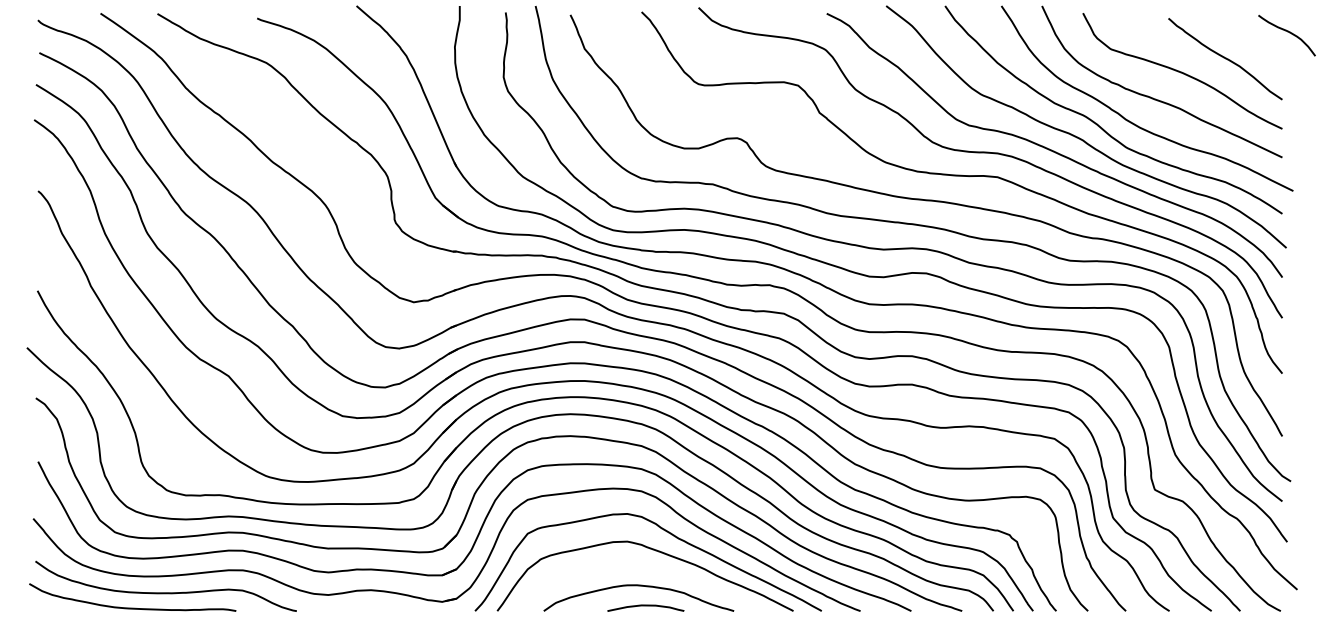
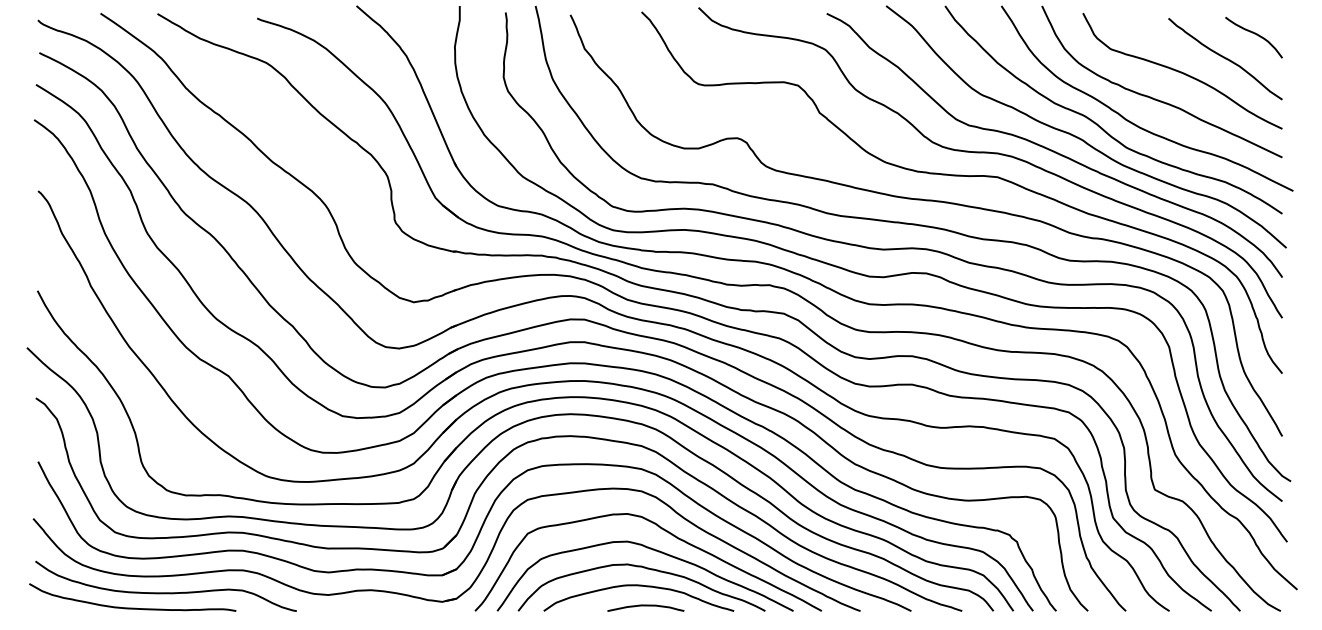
curve at (1287, 32) position: (1287, 32) -> (1254, 34)
curve at (647, 569): none -> present
